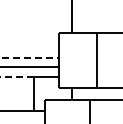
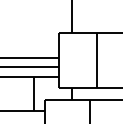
line at (30, 57): dashed -> solid
line at (16, 76): dashed -> solid
